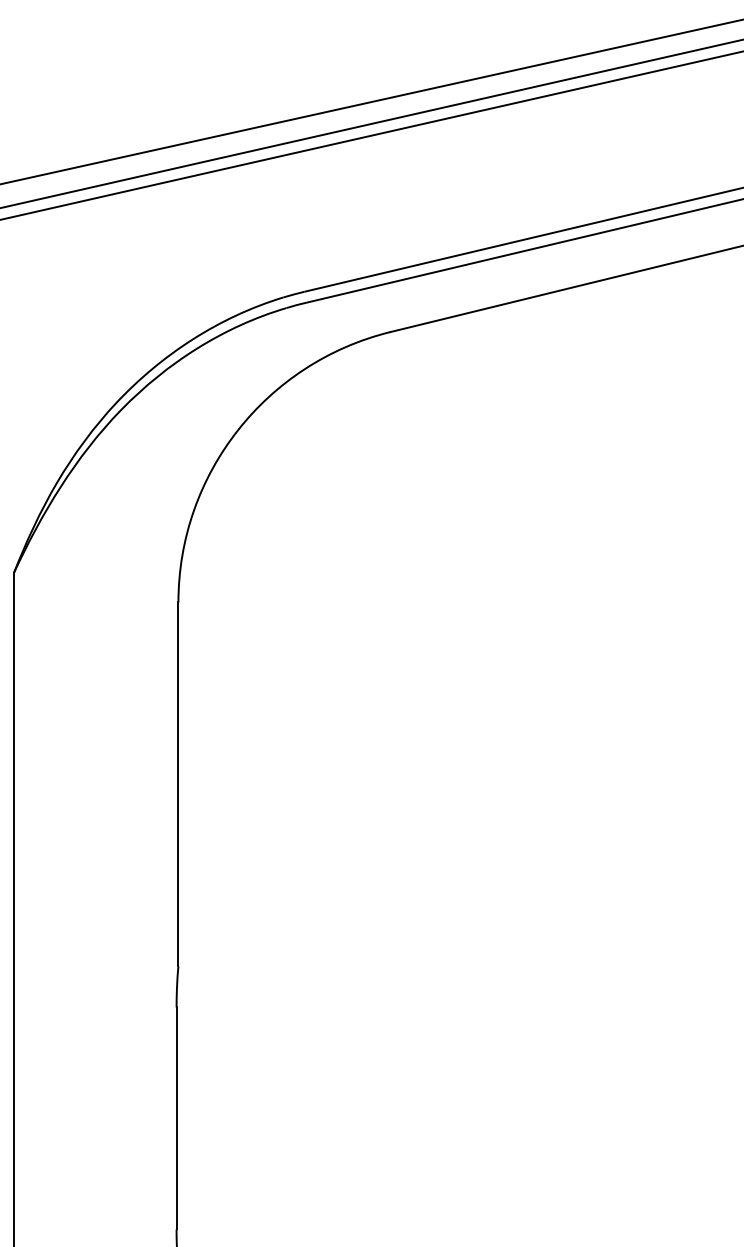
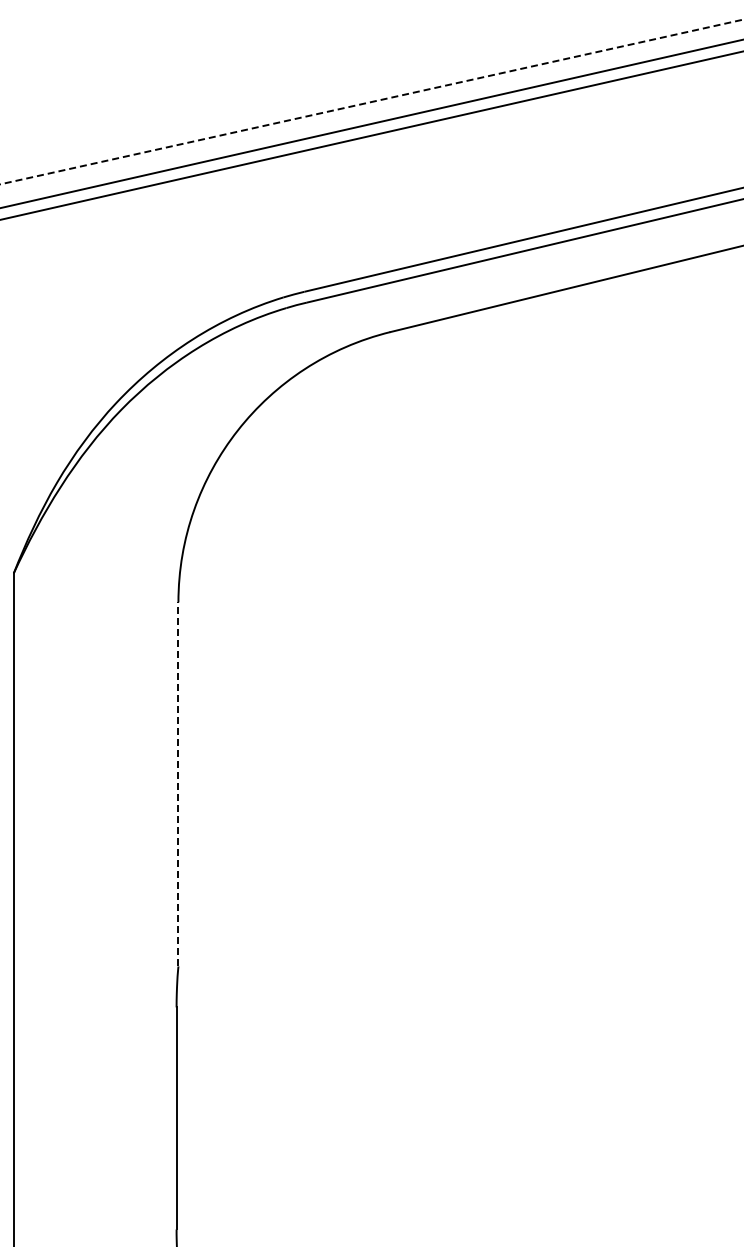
line at (372, 101): solid -> dashed
line at (178, 783): solid -> dashed
